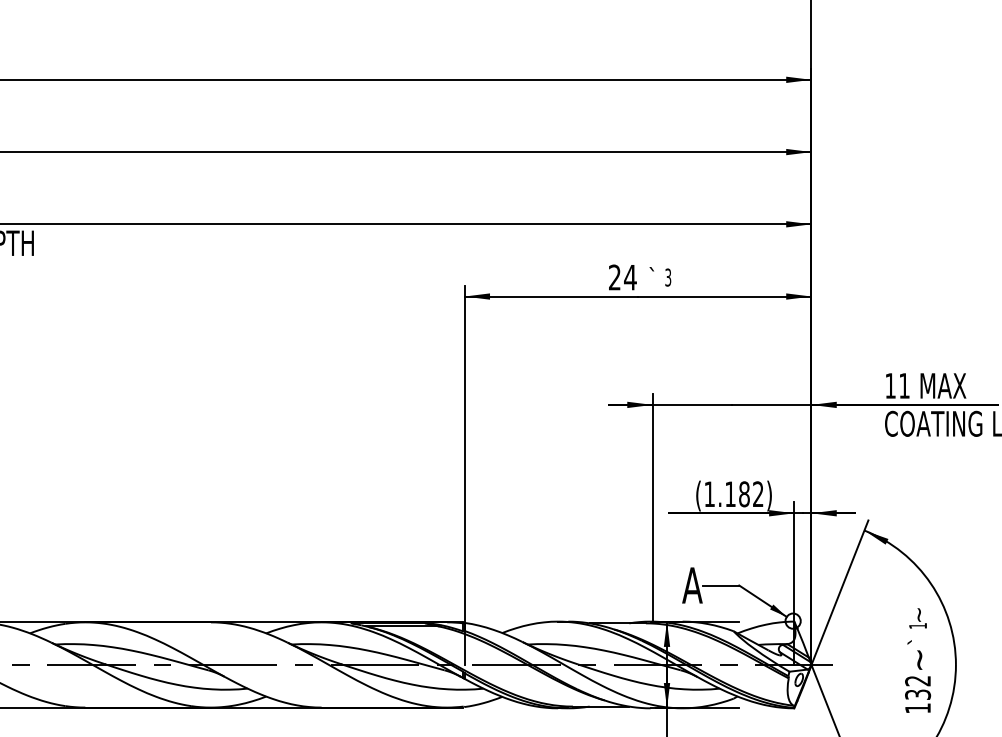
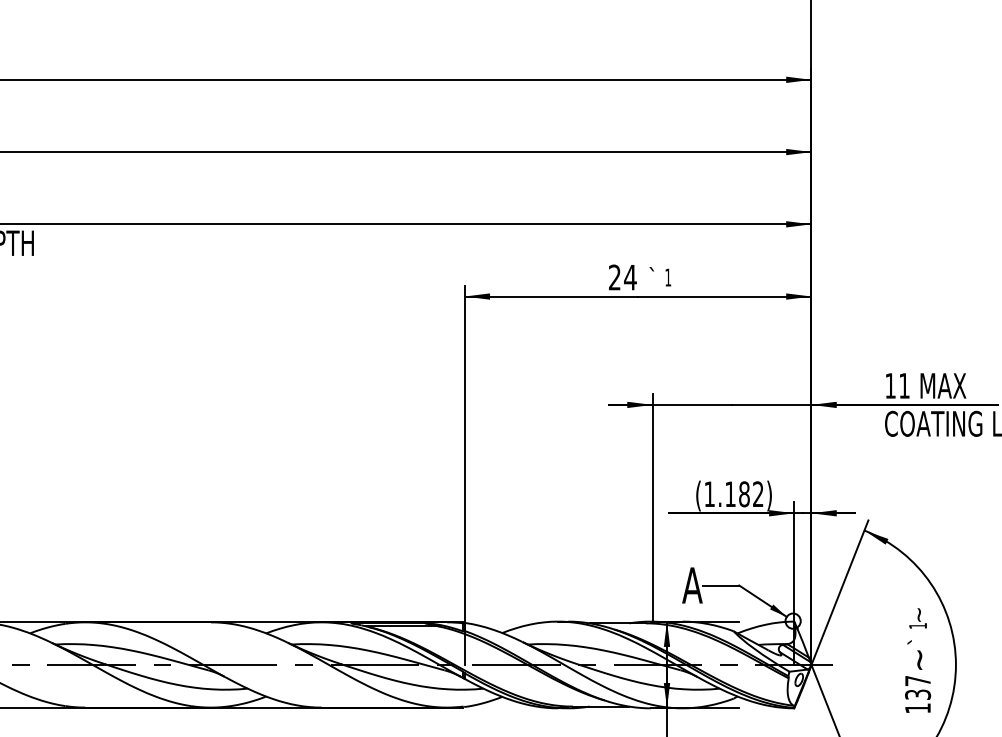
text at (668, 277): 3 -> 1
text at (917, 681): 132 -> 137
